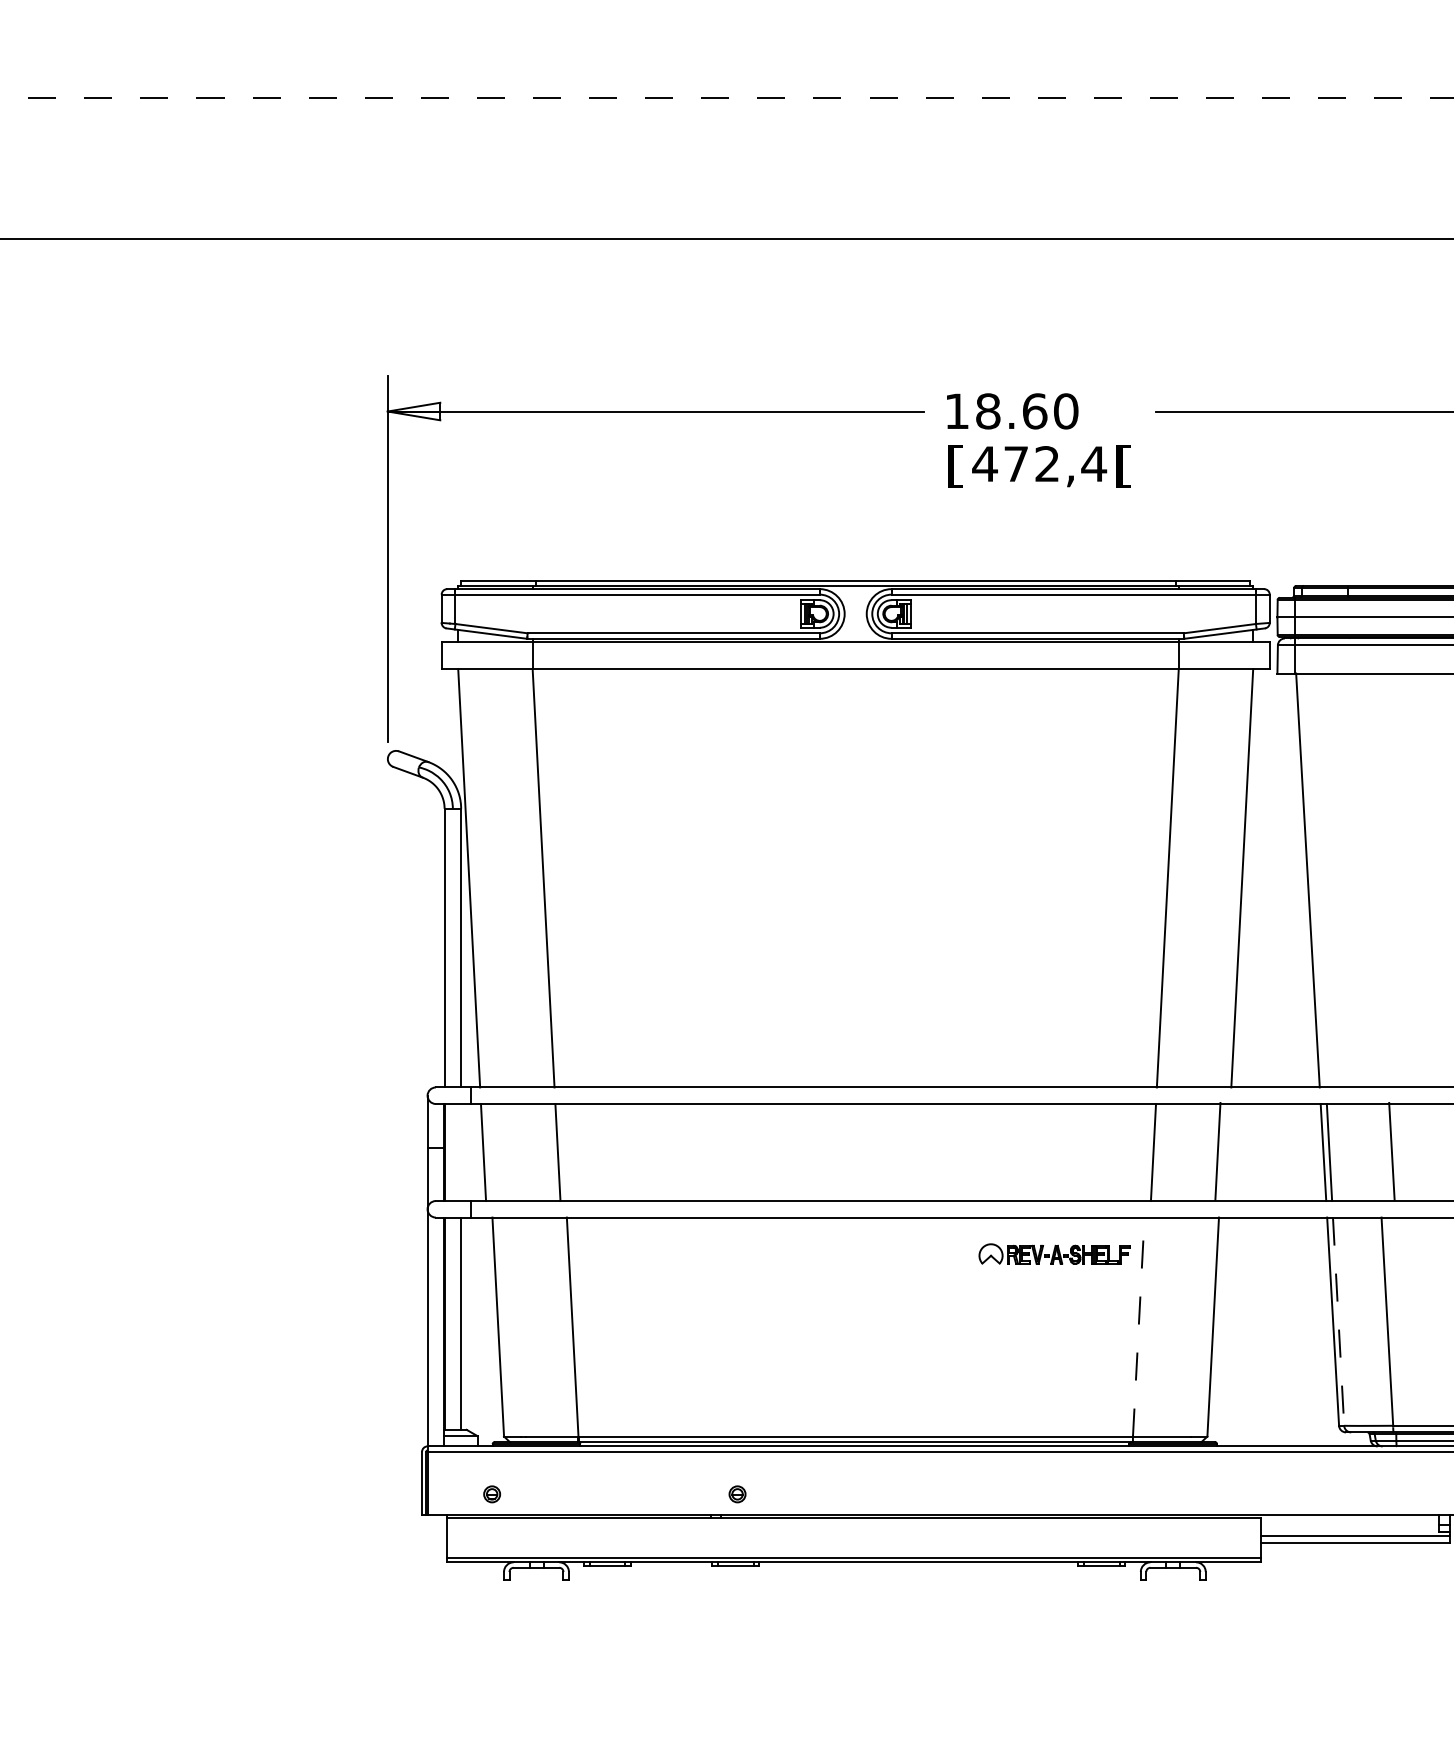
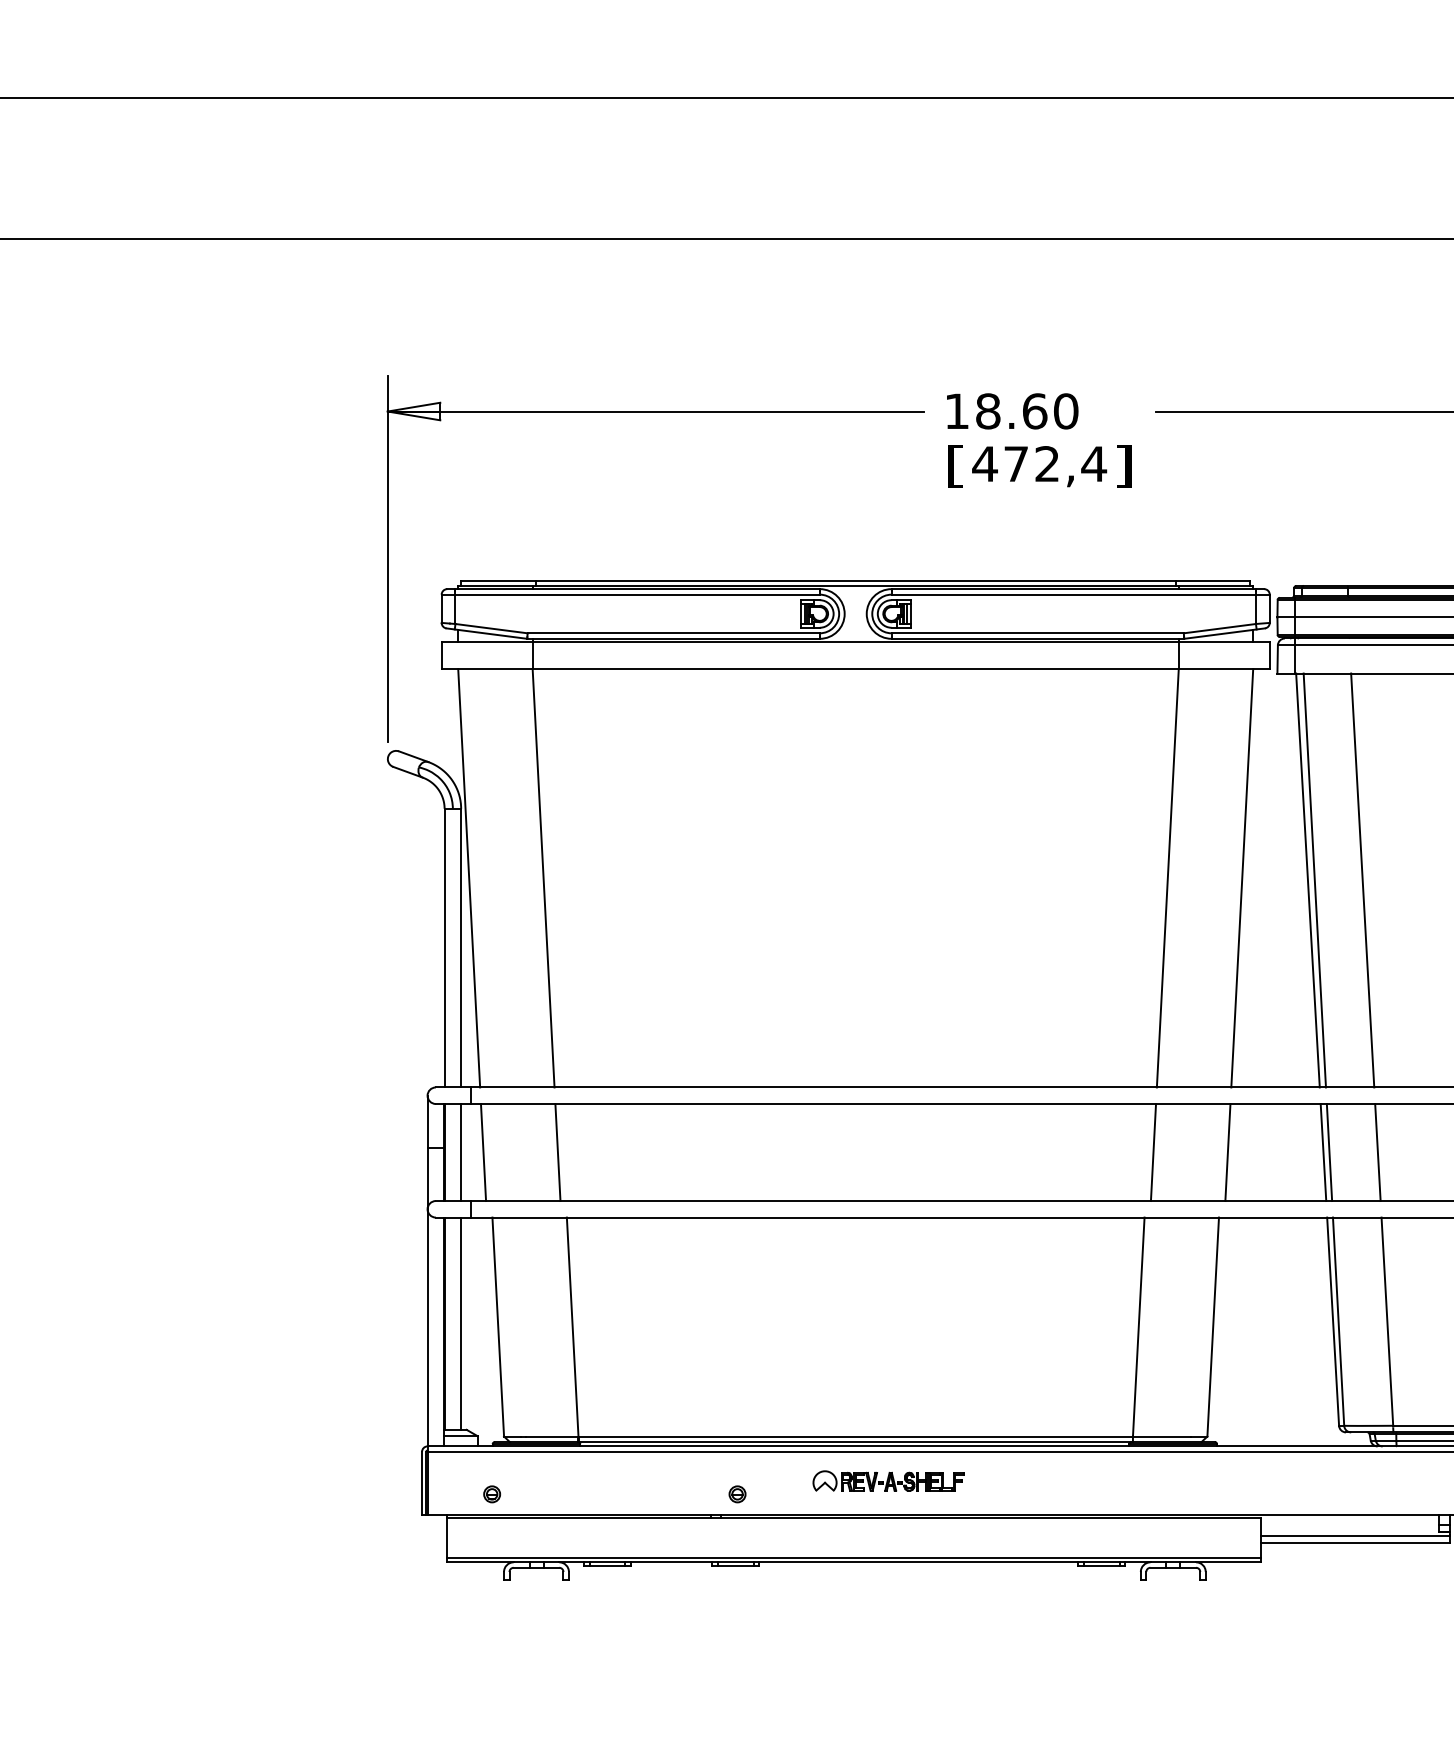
line at (726, 98): dashed -> solid
text at (1123, 466): [ -> ]
line at (1314, 880): none -> present
line at (1362, 880): none -> present
line at (1217, 1151) position: (1217, 1151) -> (1227, 1152)
line at (1391, 1151) position: (1391, 1151) -> (1377, 1152)
line at (461, 1152): none -> present
part at (1054, 1253) position: (1054, 1253) -> (888, 1480)
line at (1338, 1322): dashed -> solid
line at (1138, 1327): dashed -> solid
